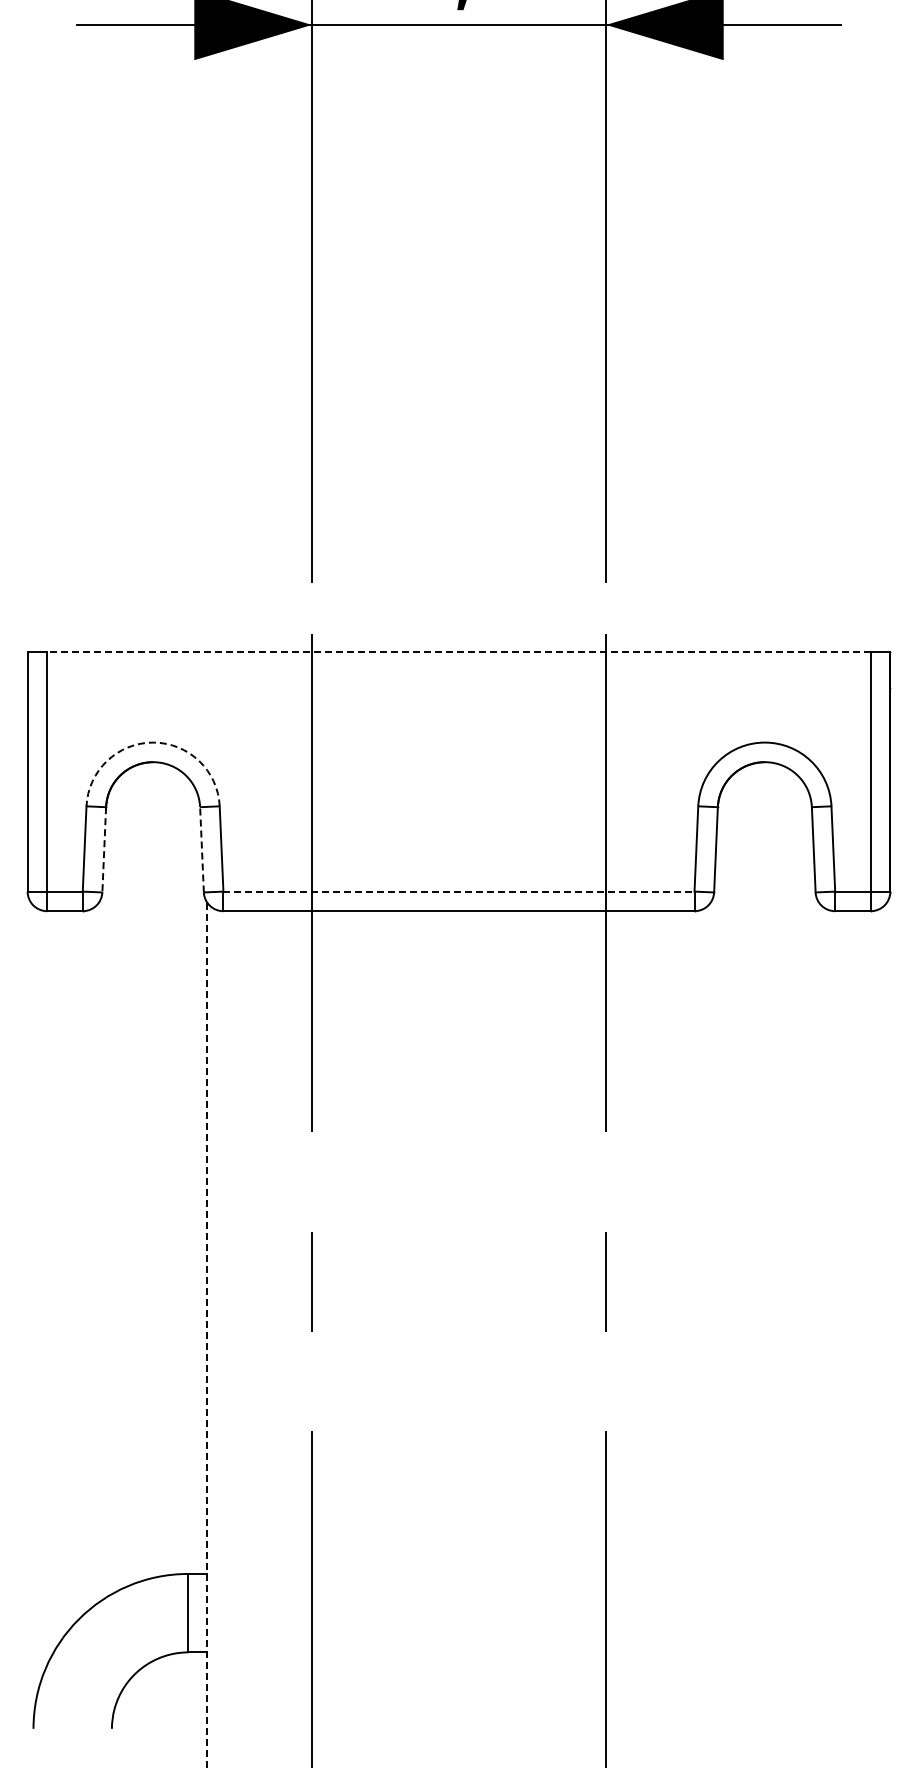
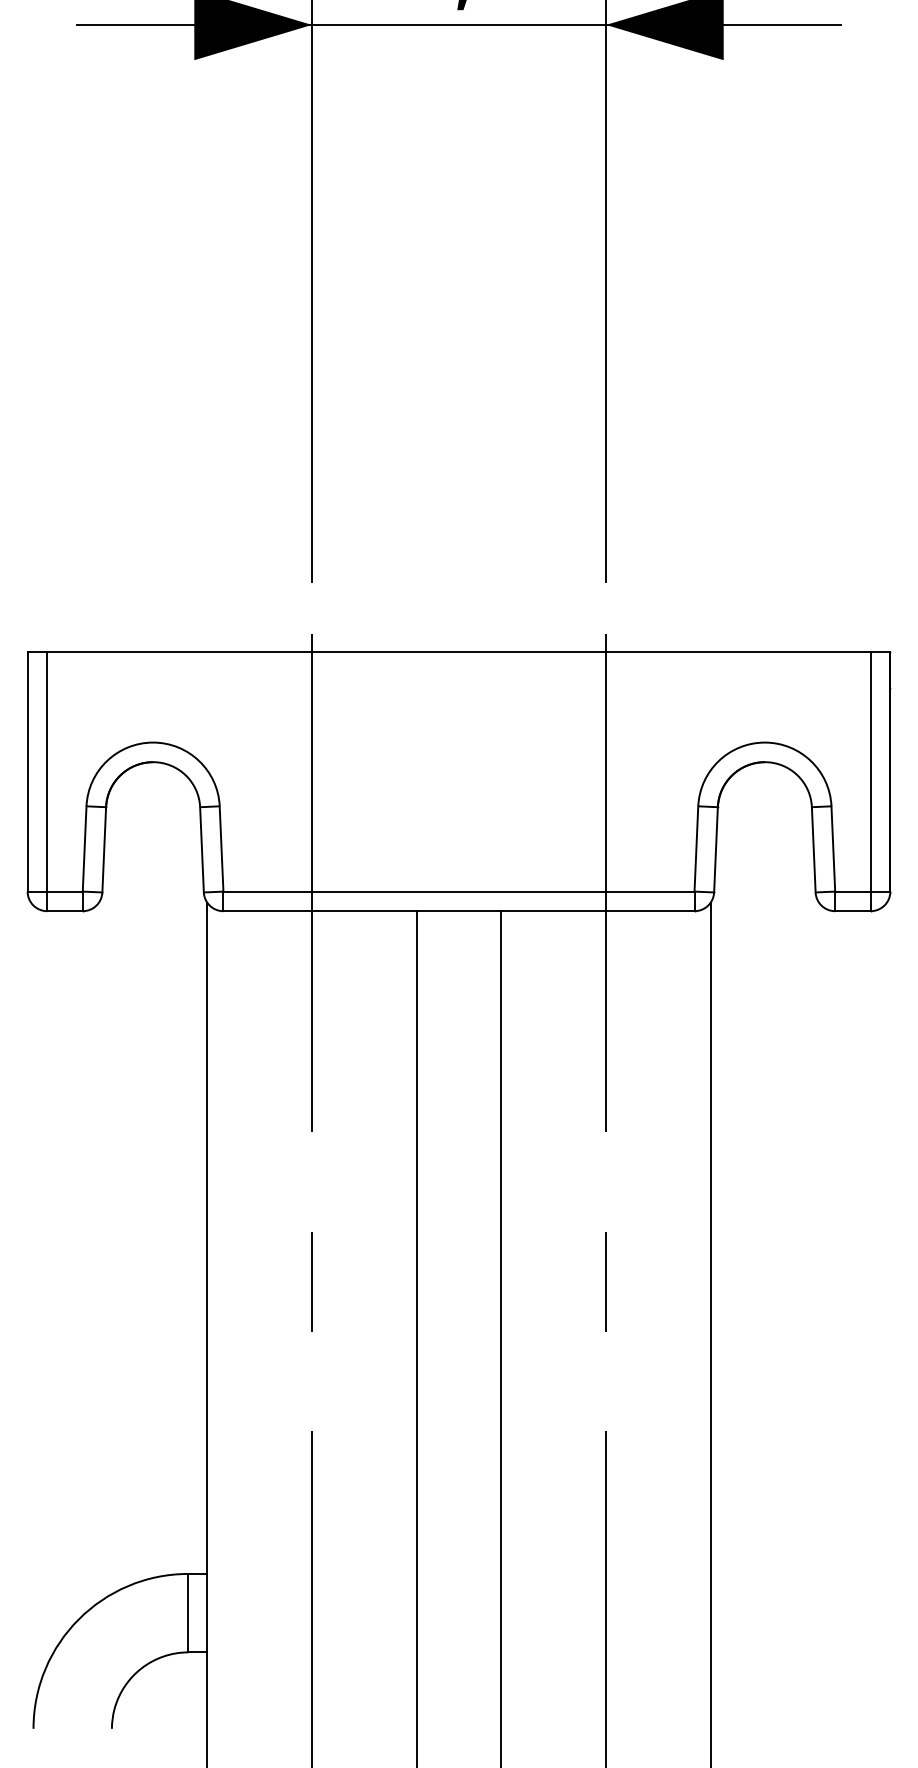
line at (459, 652): dashed -> solid
arc at (153, 742): dashed -> solid
line at (104, 849): dashed -> solid
line at (202, 849): dashed -> solid
line at (458, 891): dashed -> solid
line at (710, 1333): none -> present
line at (207, 1335): dashed -> solid
line at (416, 1337): none -> present
line at (501, 1337): none -> present
